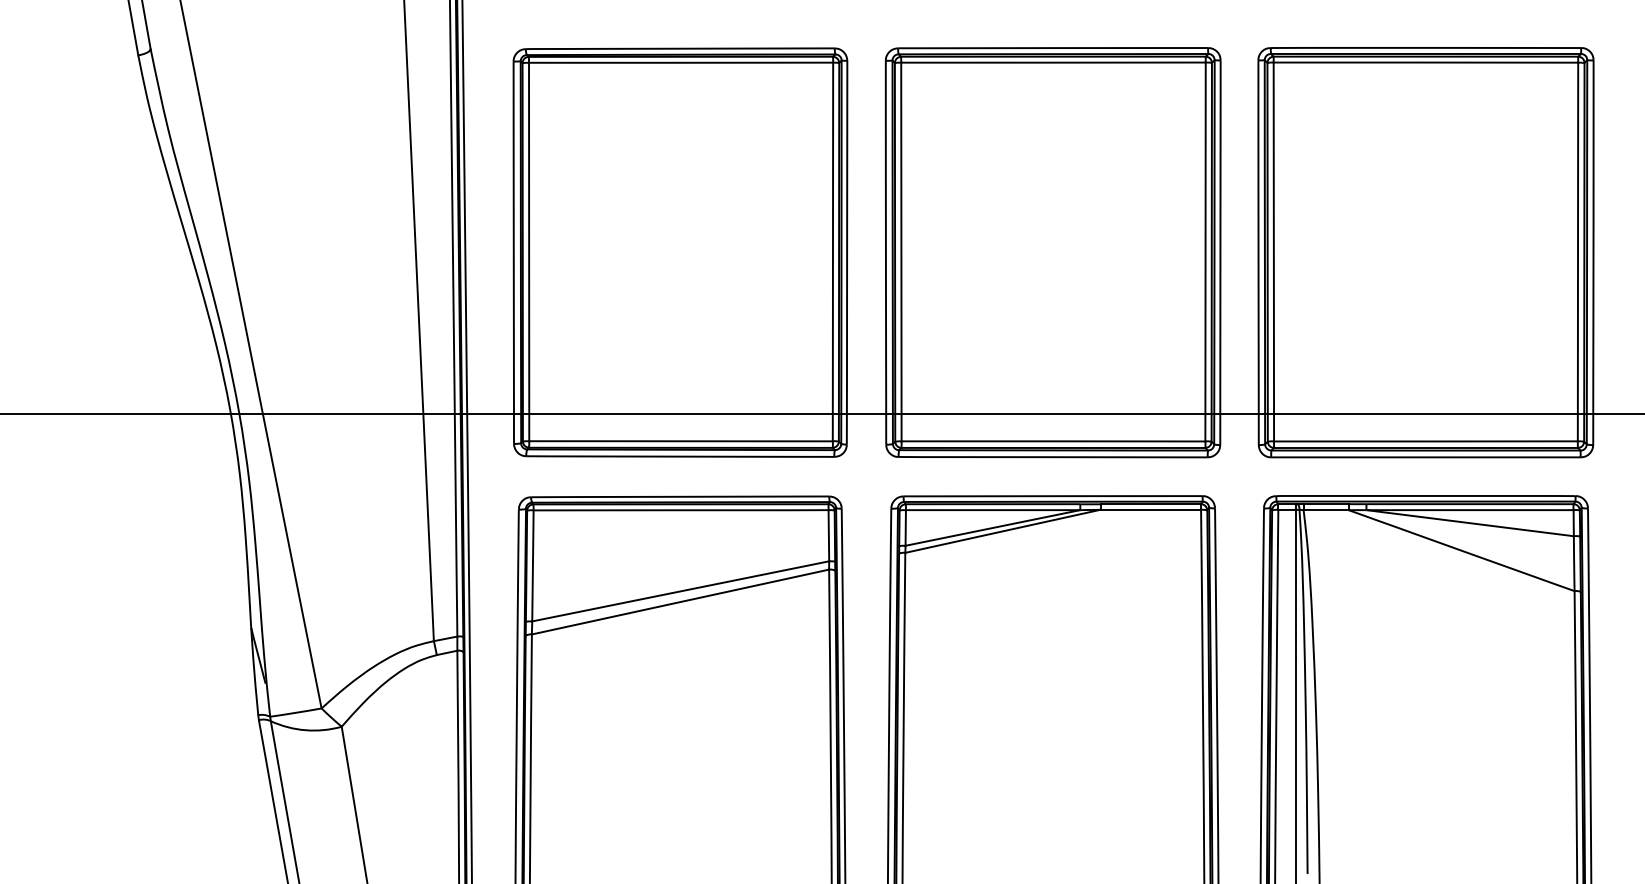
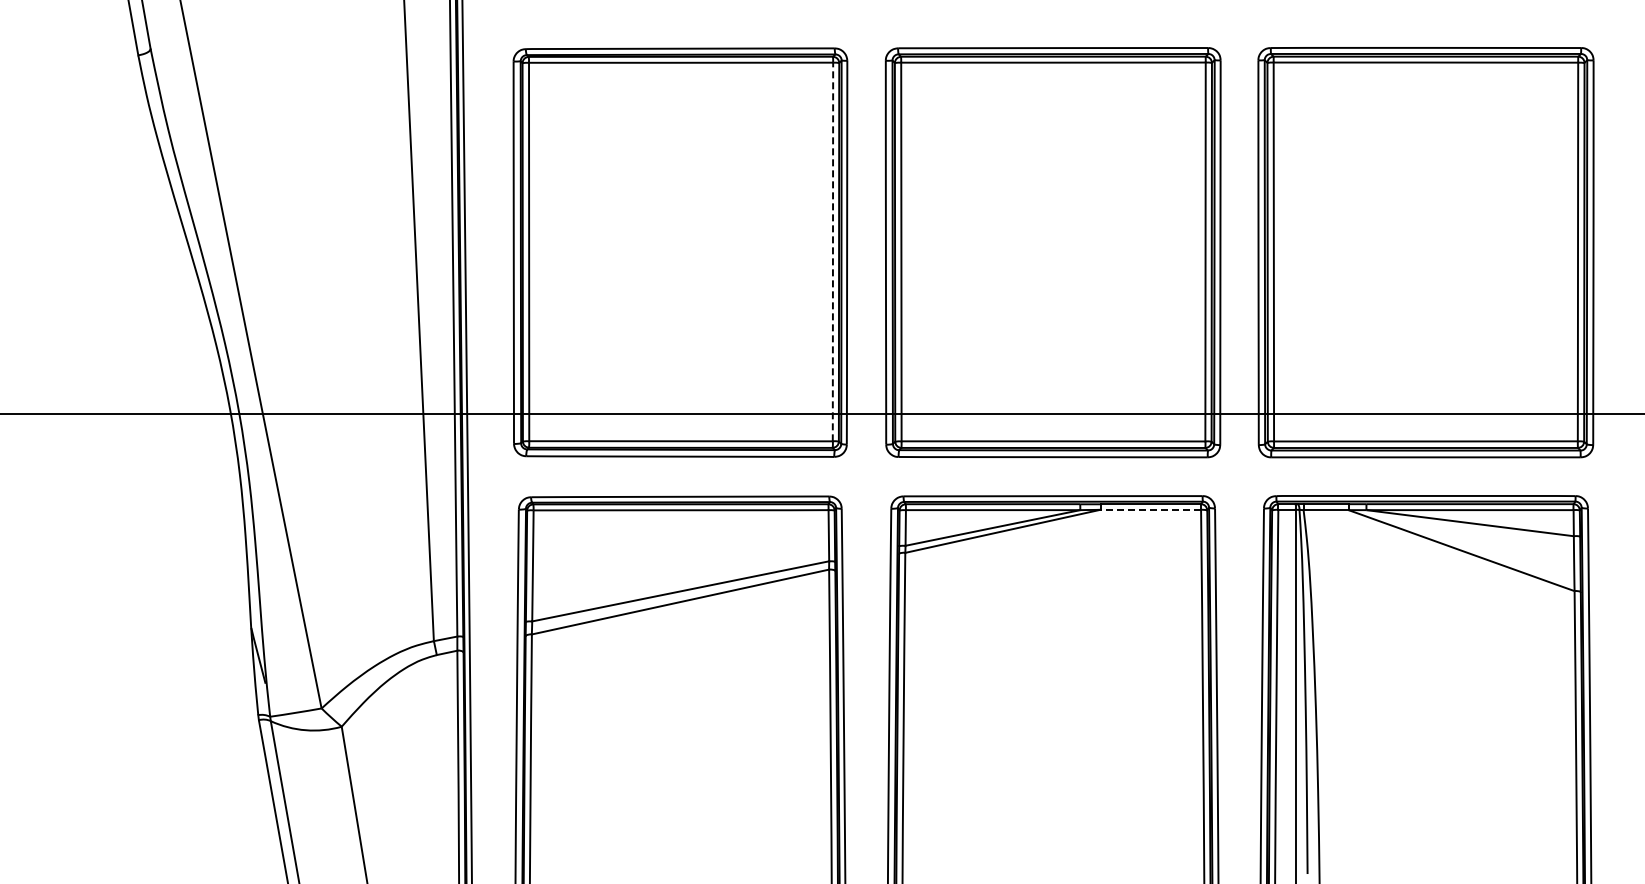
line at (832, 251): solid -> dashed
line at (1150, 509): solid -> dashed
